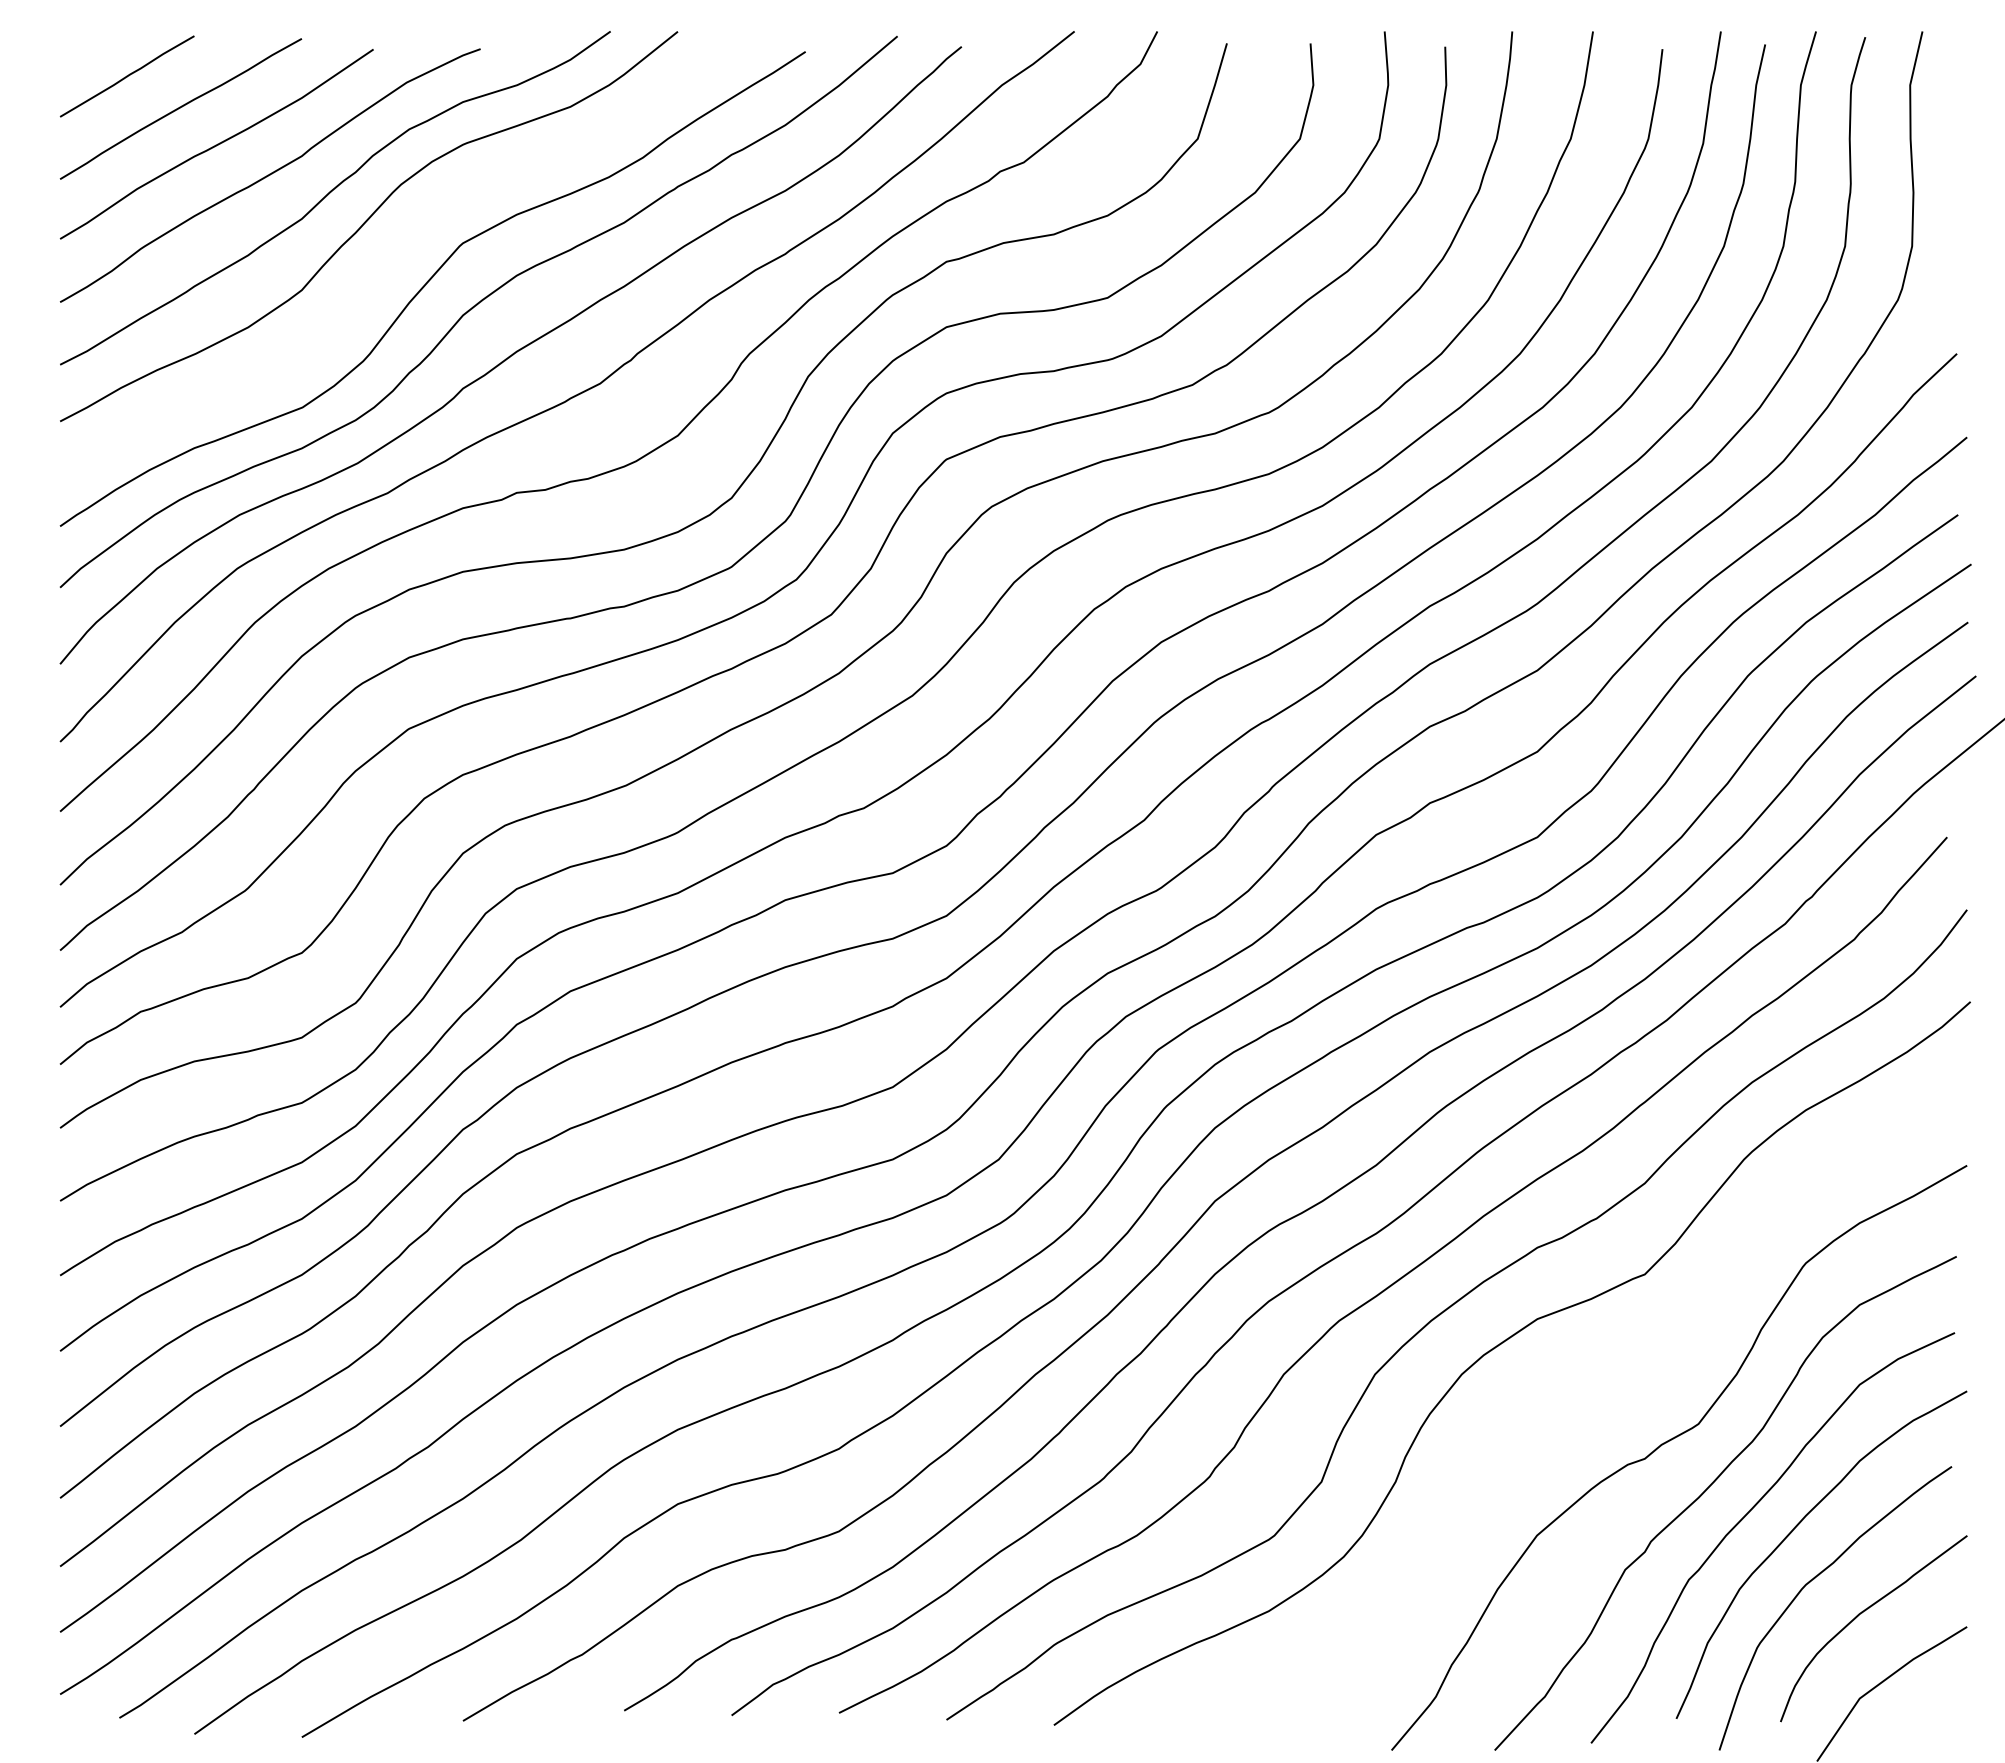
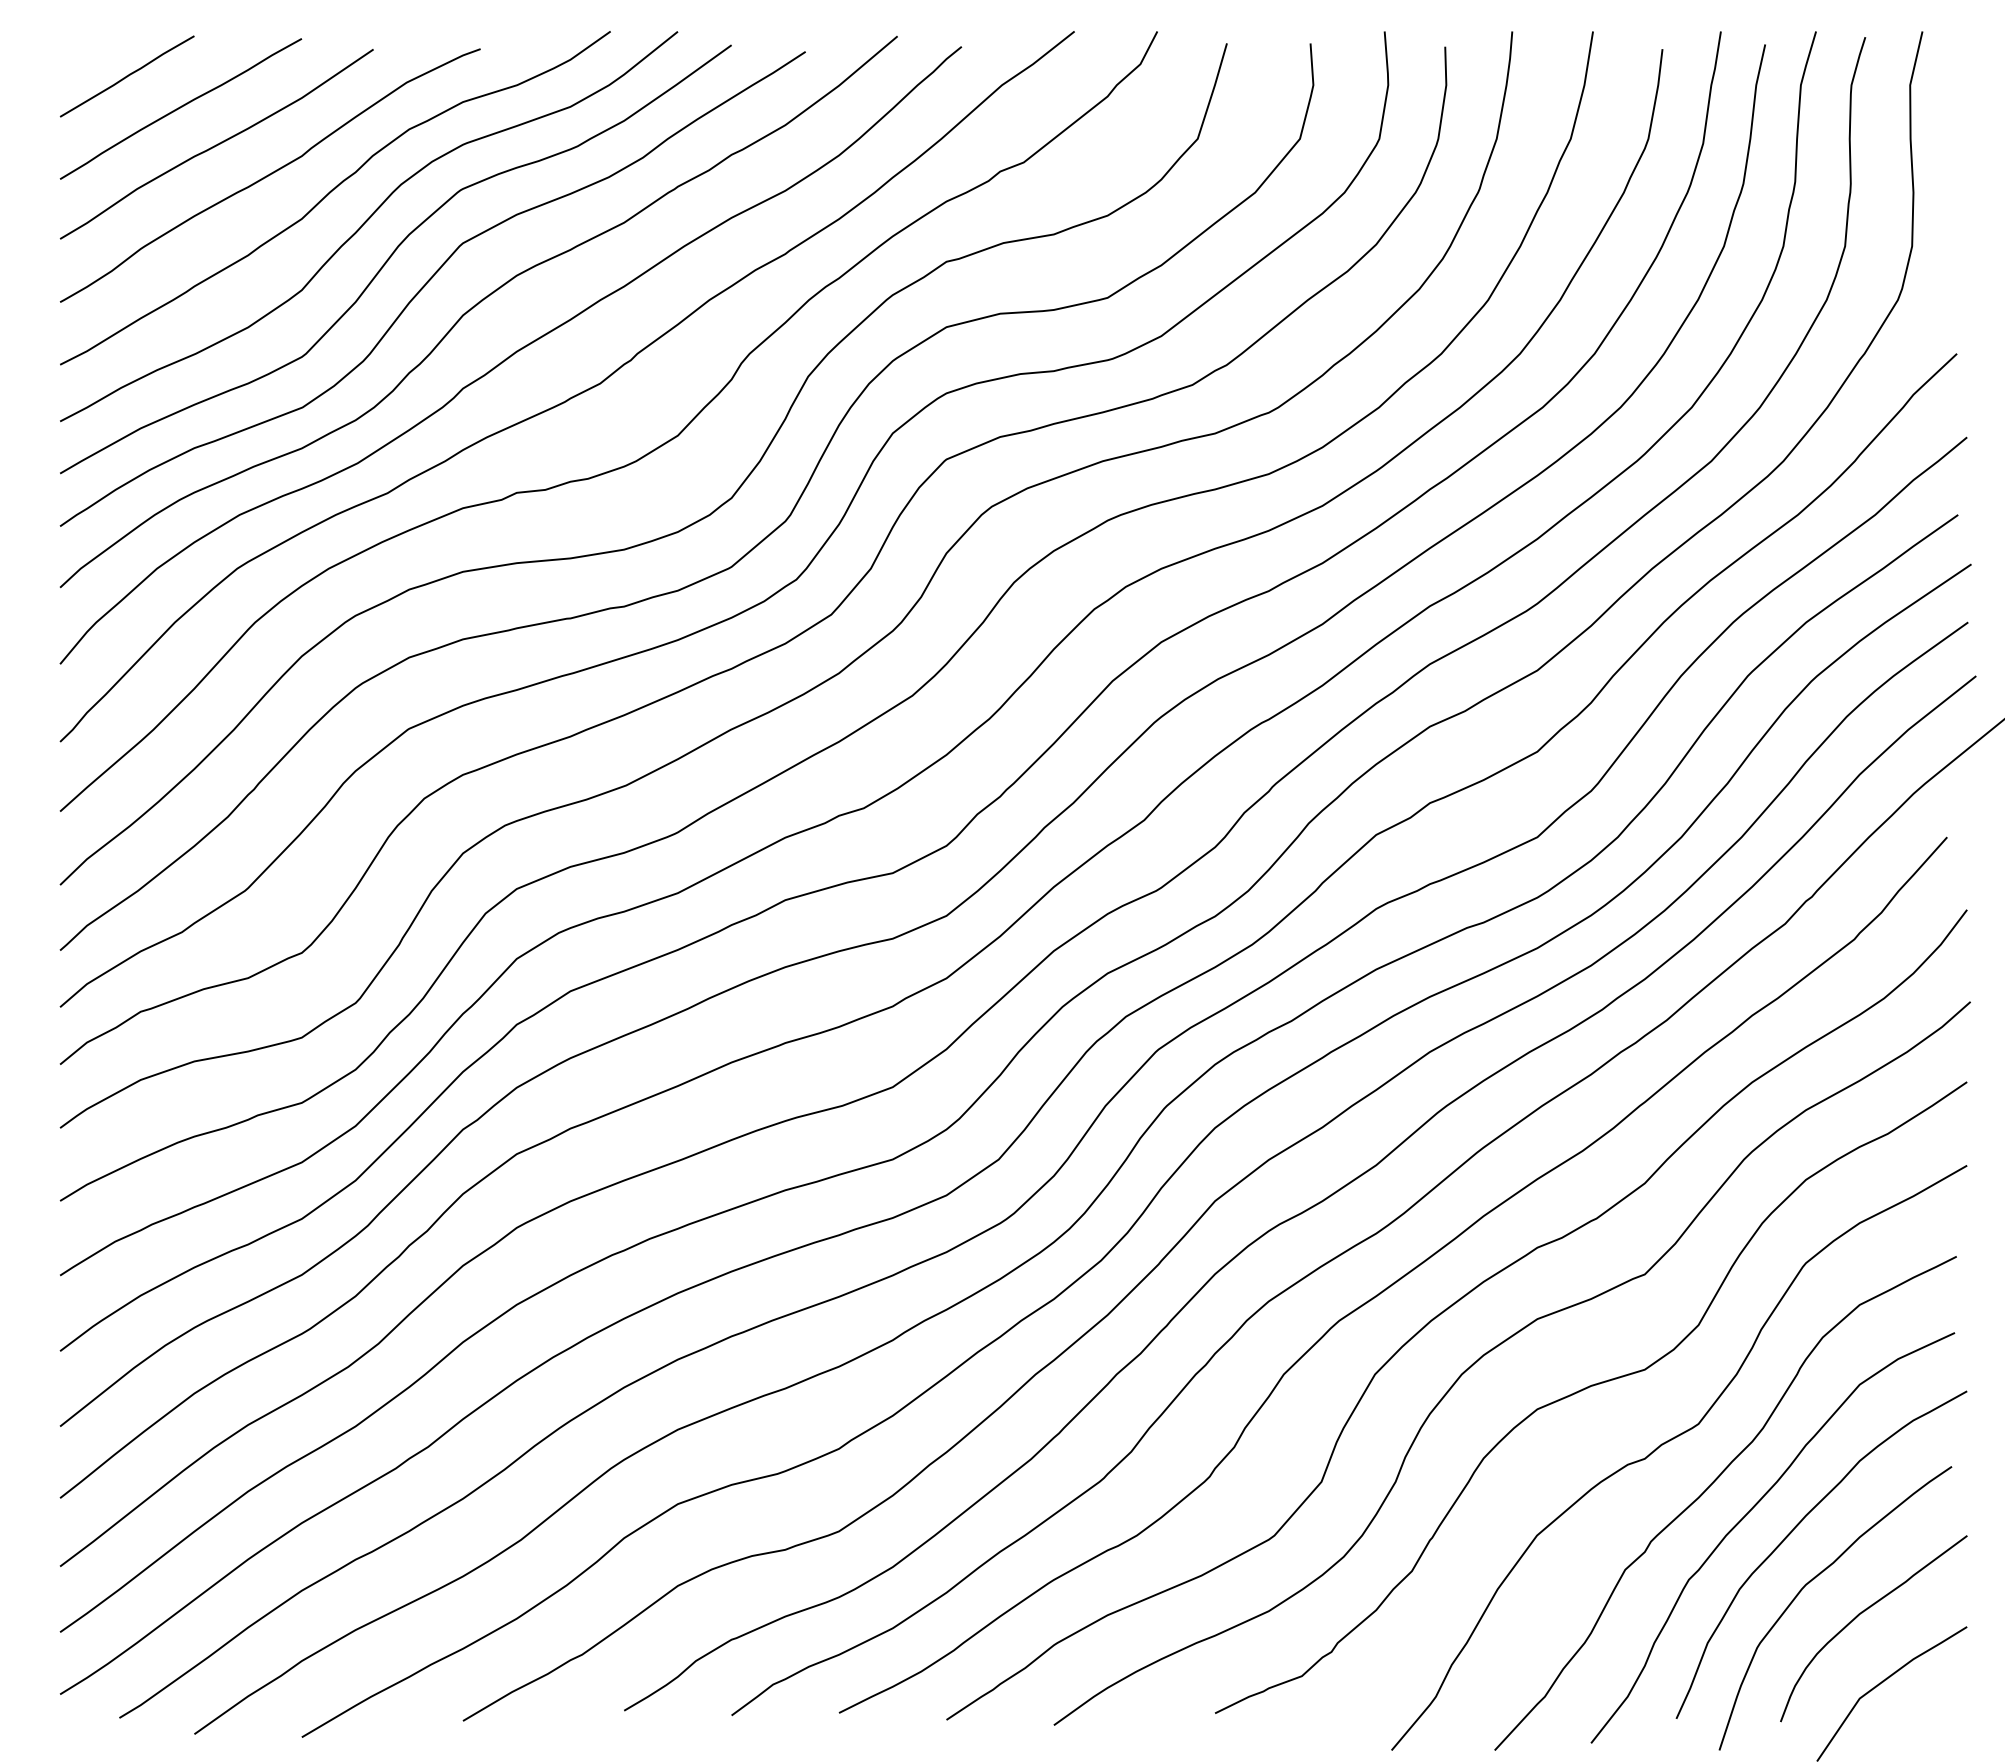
curve at (392, 255): none -> present
curve at (1586, 1389): none -> present
